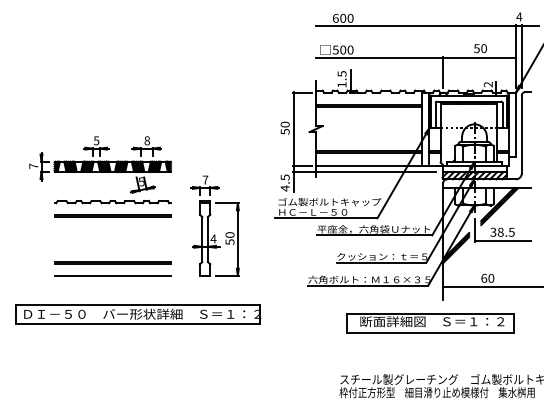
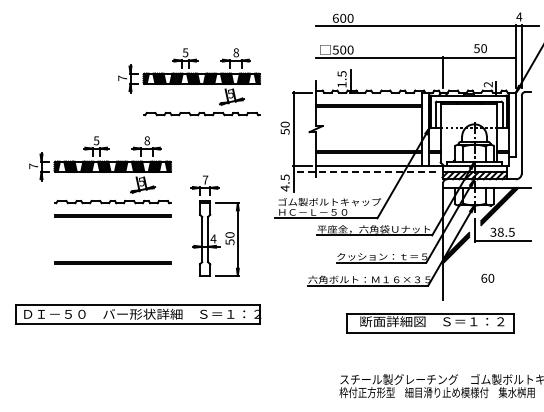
part at (189, 82): none -> present
line at (364, 172): solid -> dashed
line at (112, 275): present -> none
line at (491, 287): present -> none
